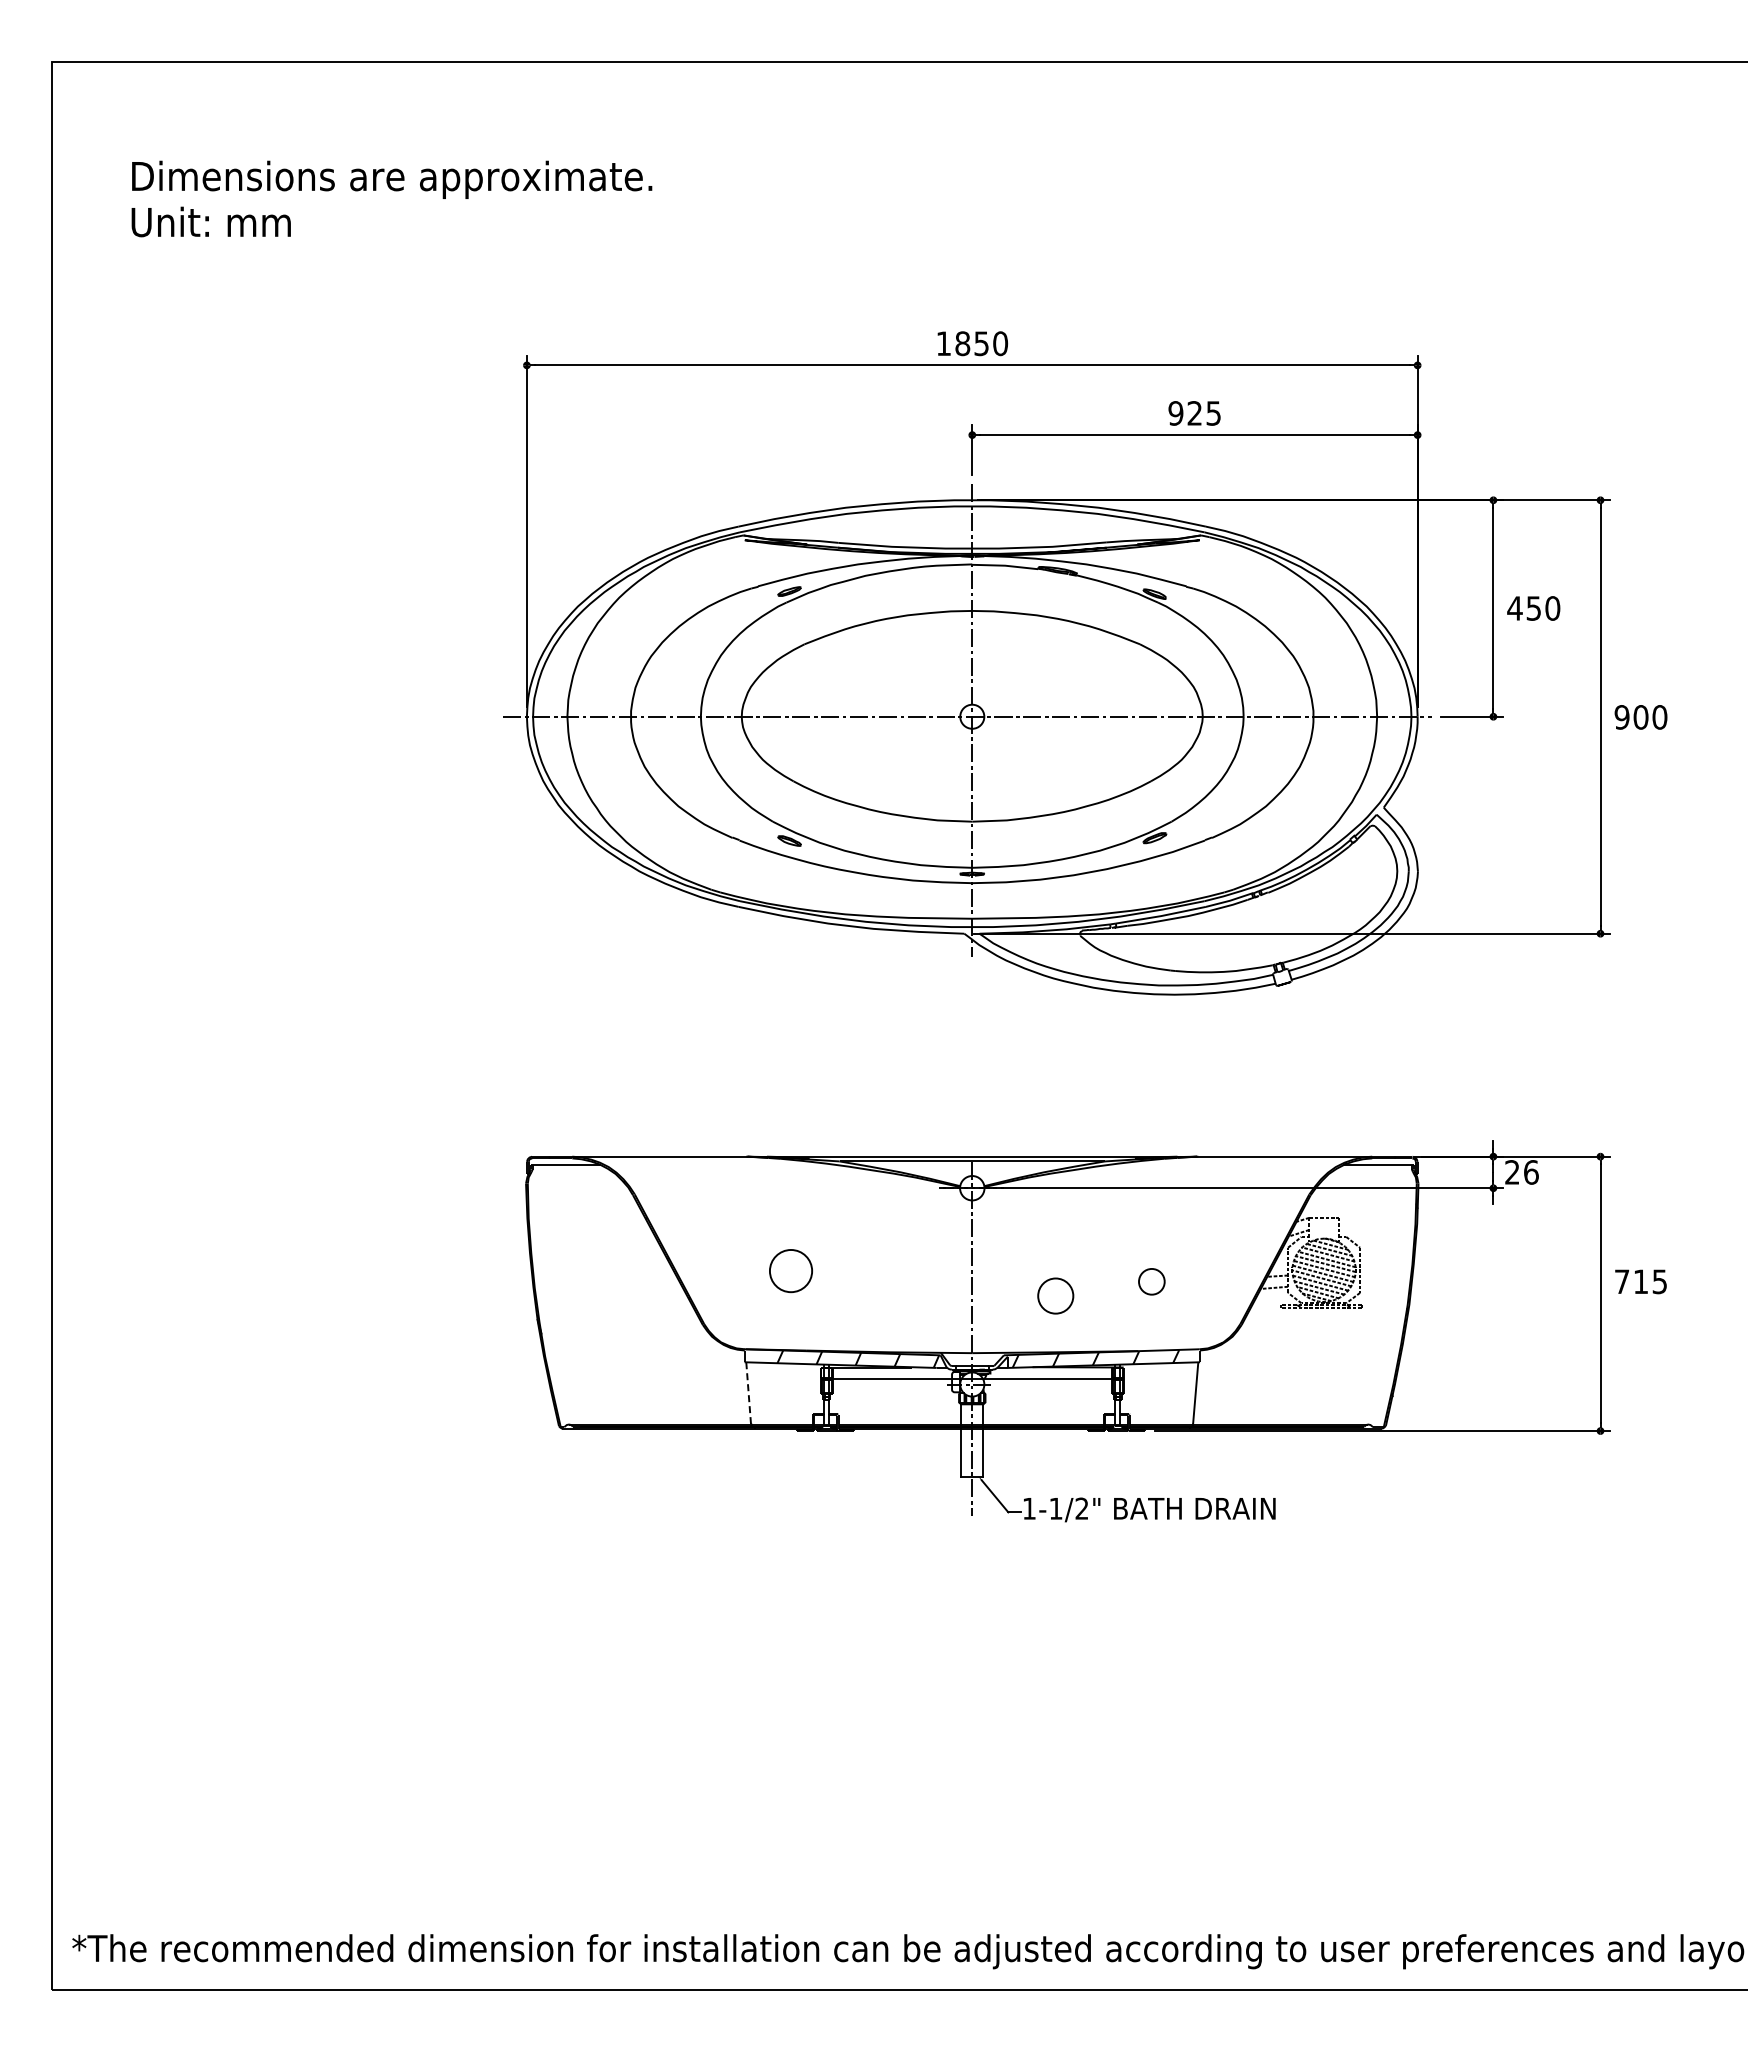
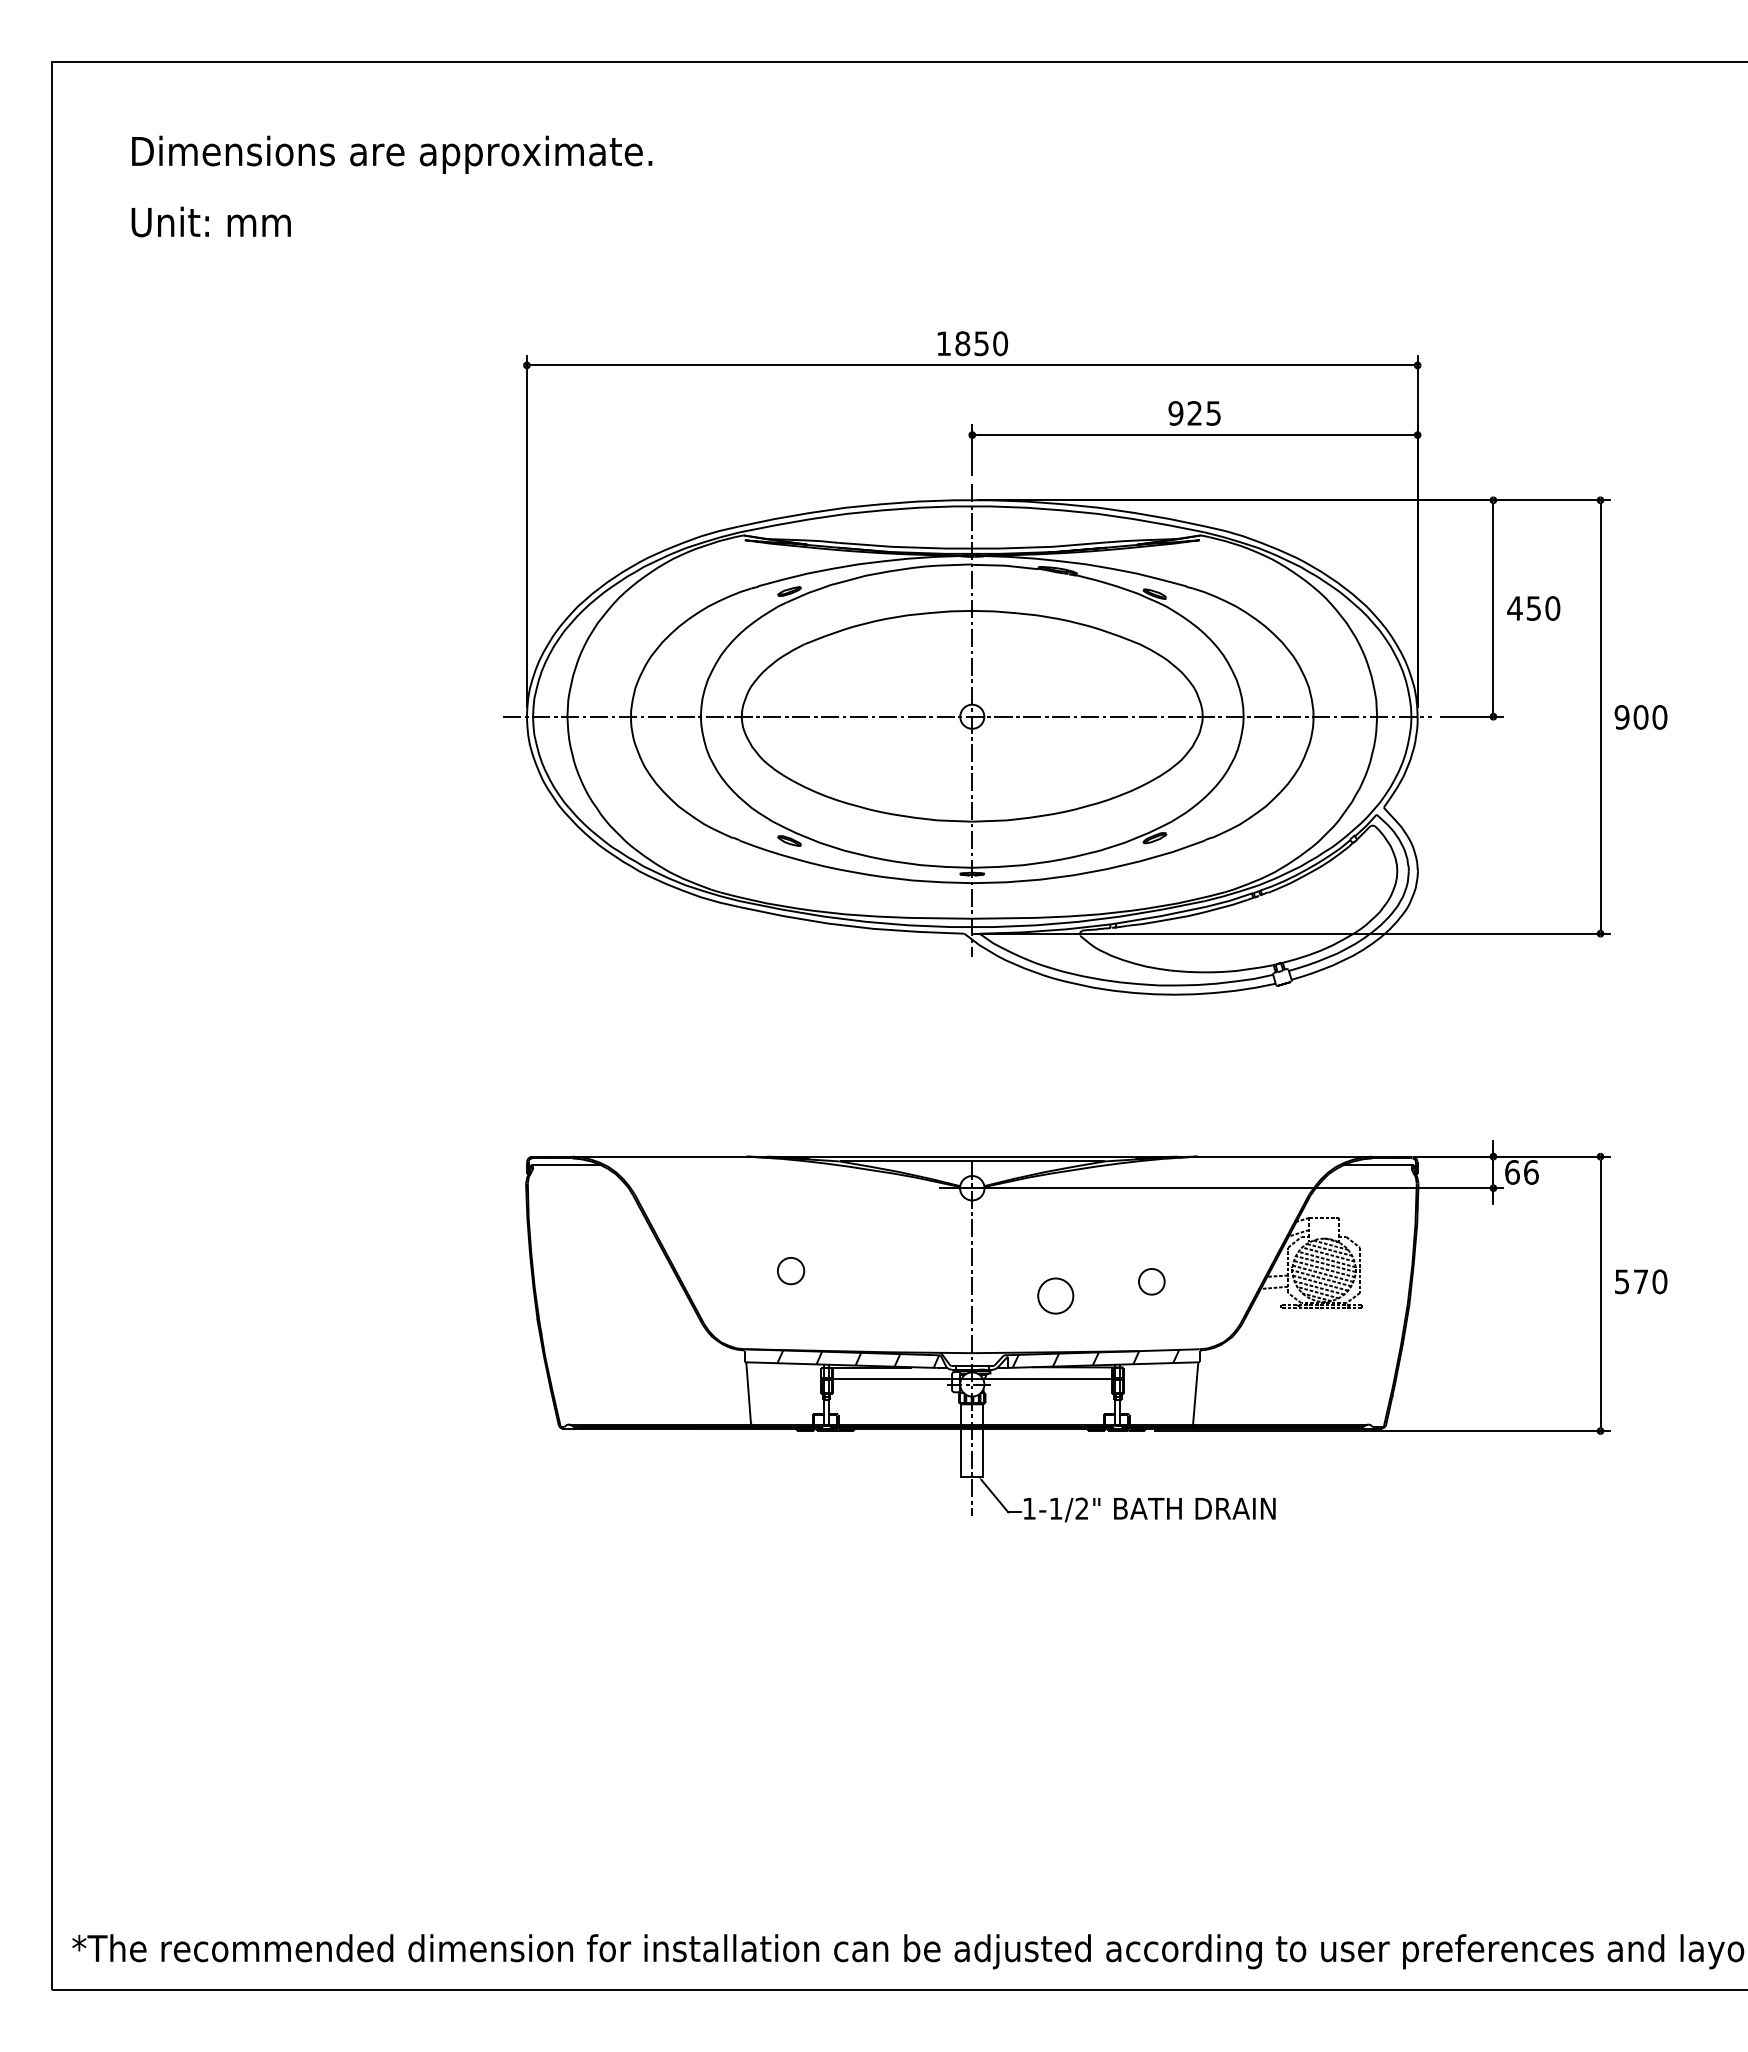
text at (392, 179) position: (392, 179) -> (392, 154)
text at (1512, 1172): 26 -> 66
circle at (790, 1270) diameter: 42 px -> 26 px
text at (1641, 1281): 715 -> 570
line at (748, 1393): dashed -> solid
